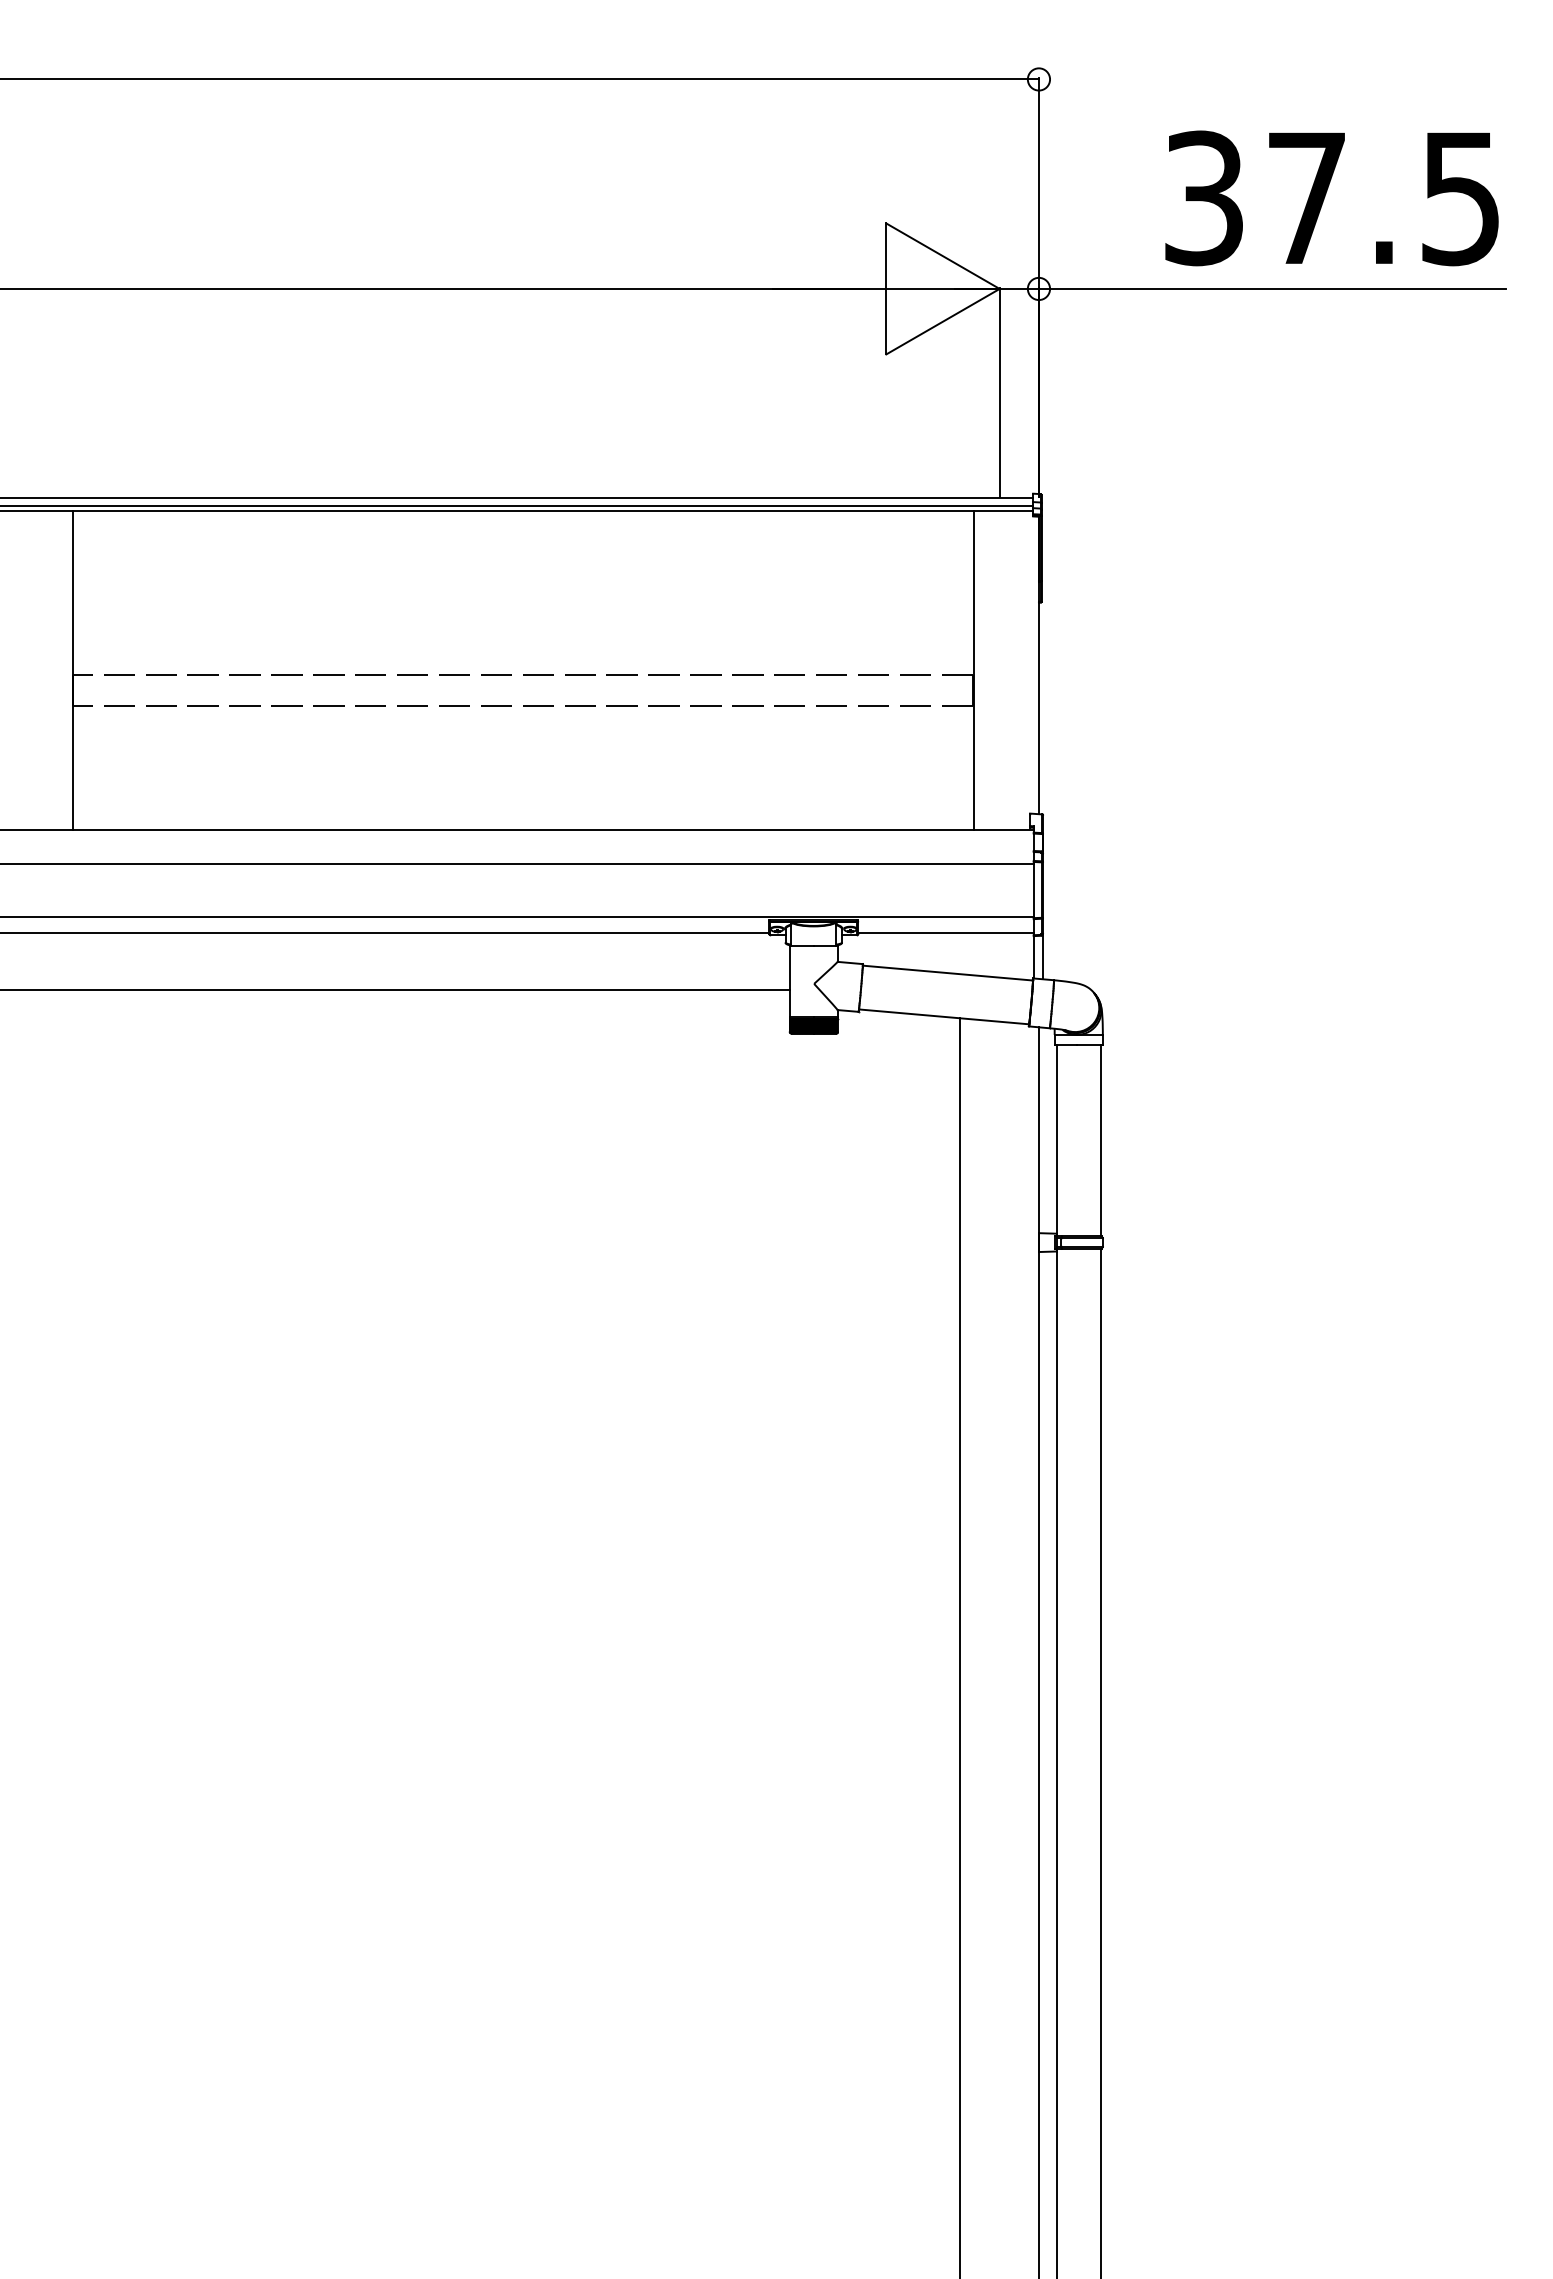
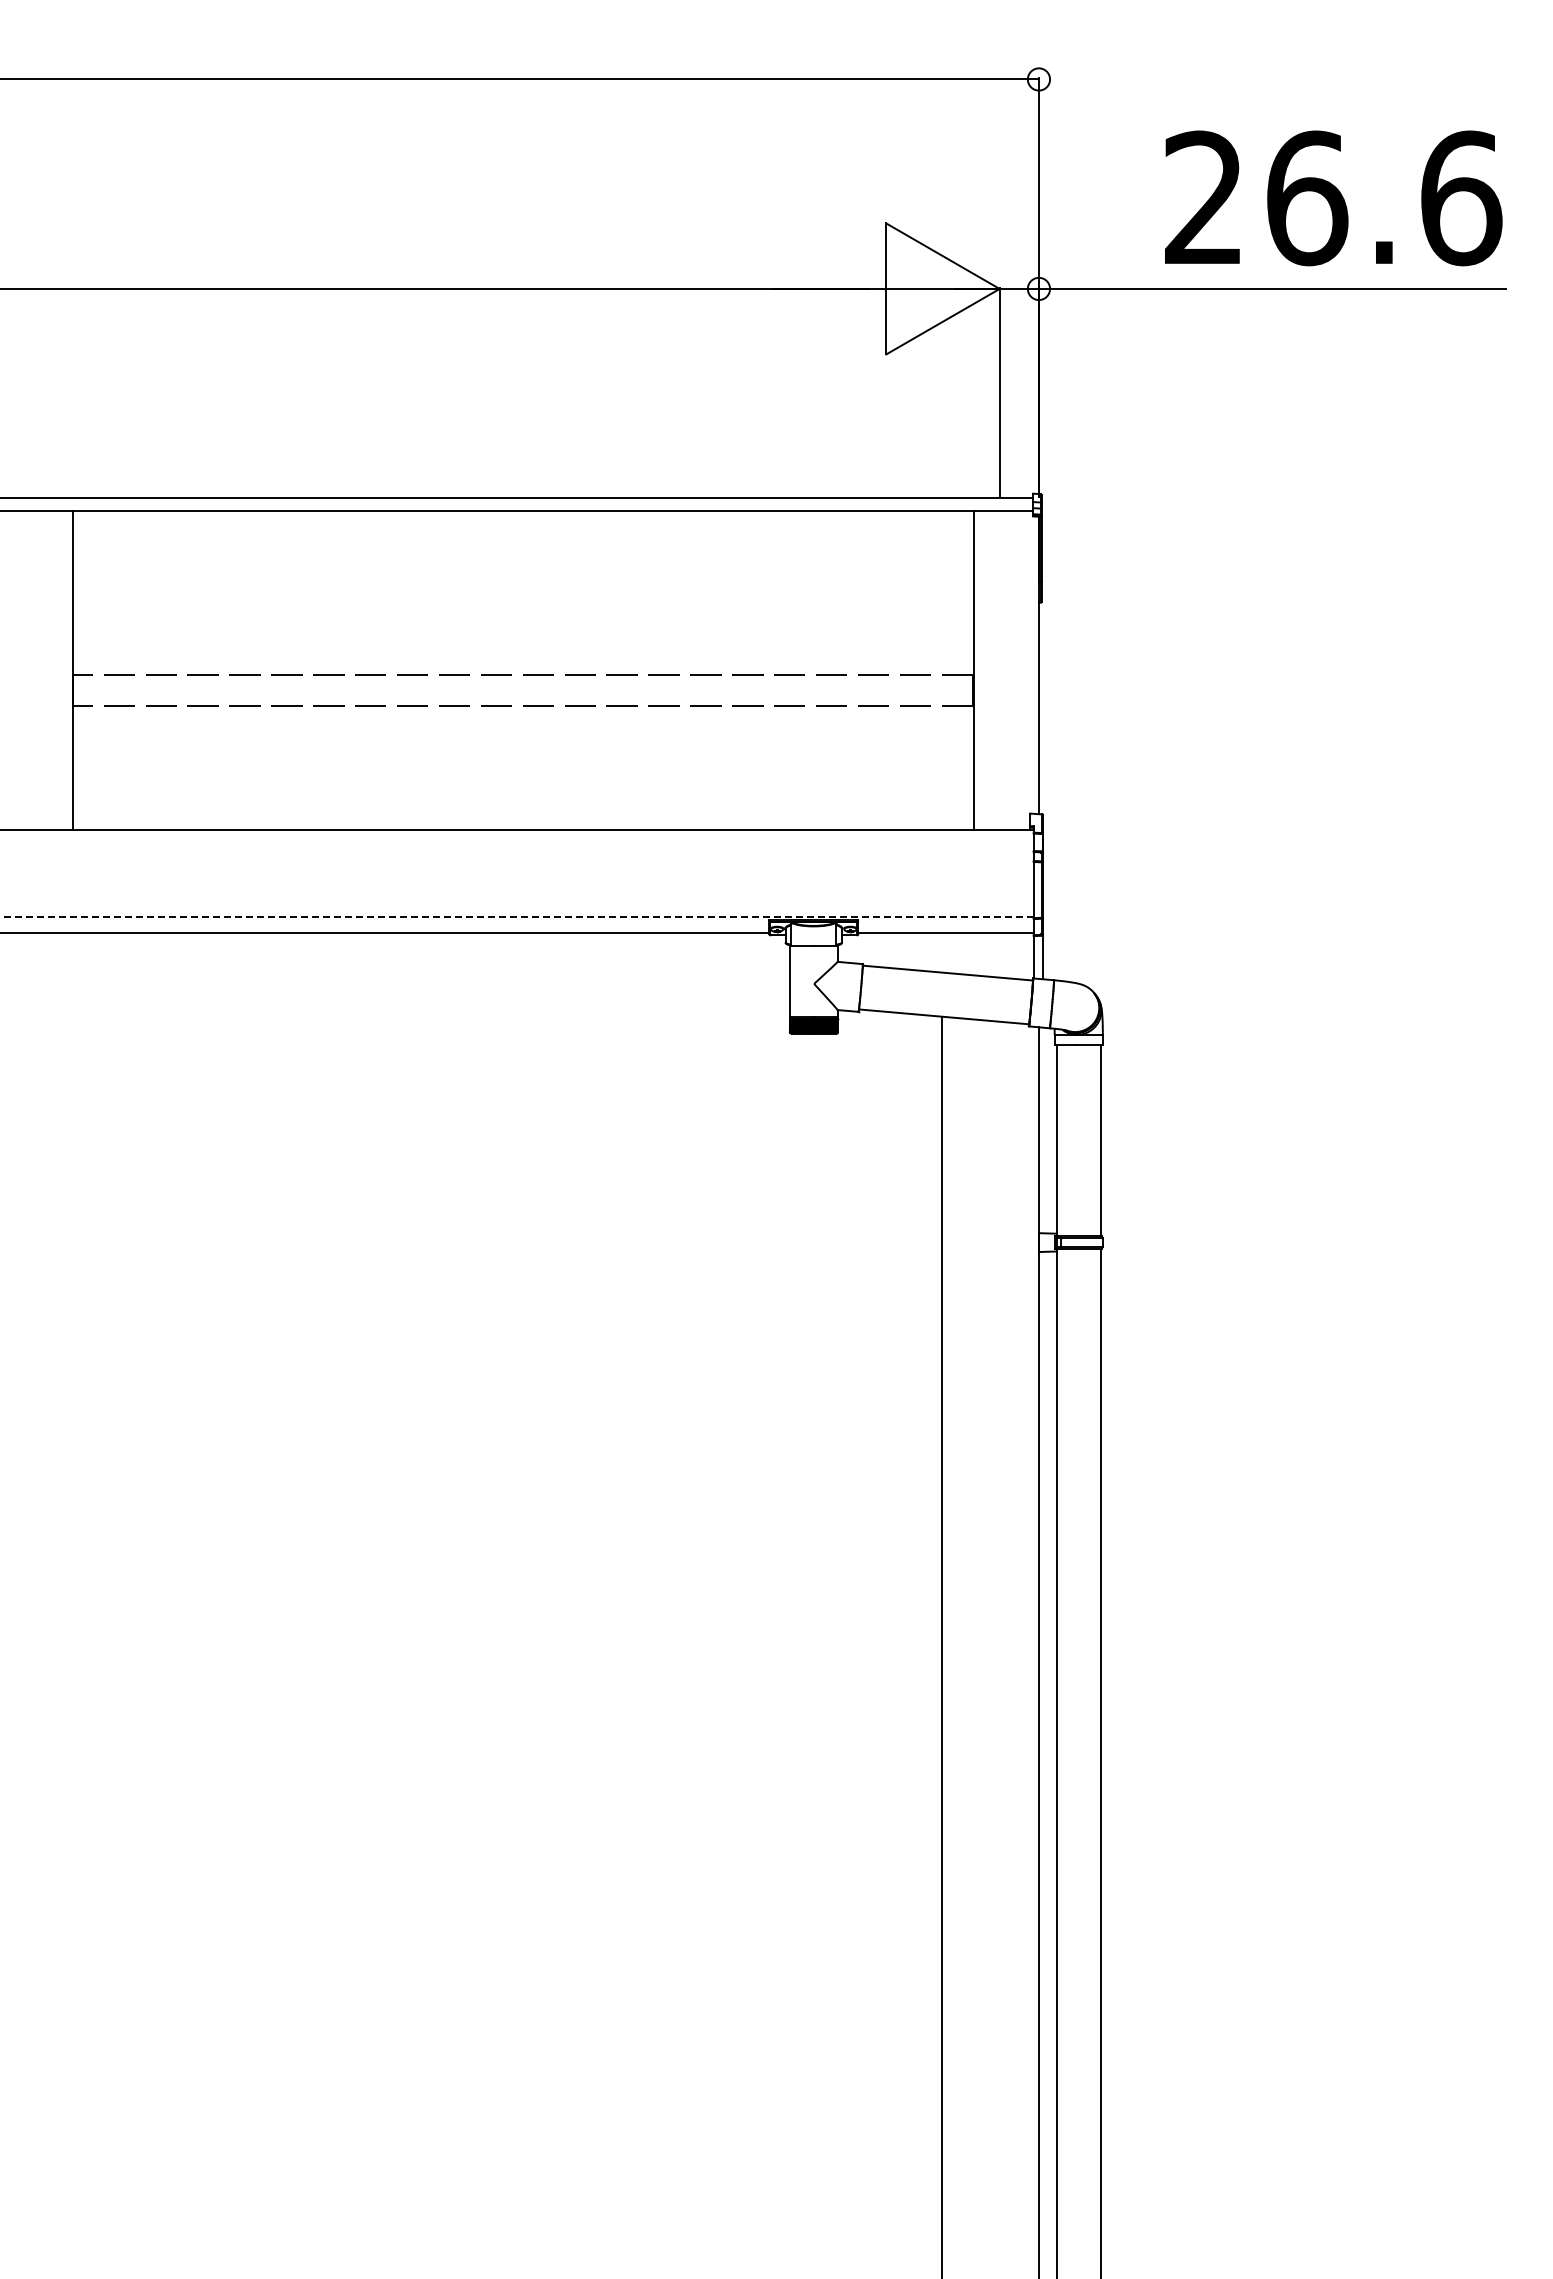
text at (1333, 198): 37.5 -> 26.6
line at (517, 505): present -> none
line at (517, 864): present -> none
line at (516, 916): solid -> dashed
line at (395, 990): present -> none
line at (960, 1646) position: (960, 1646) -> (942, 1646)
